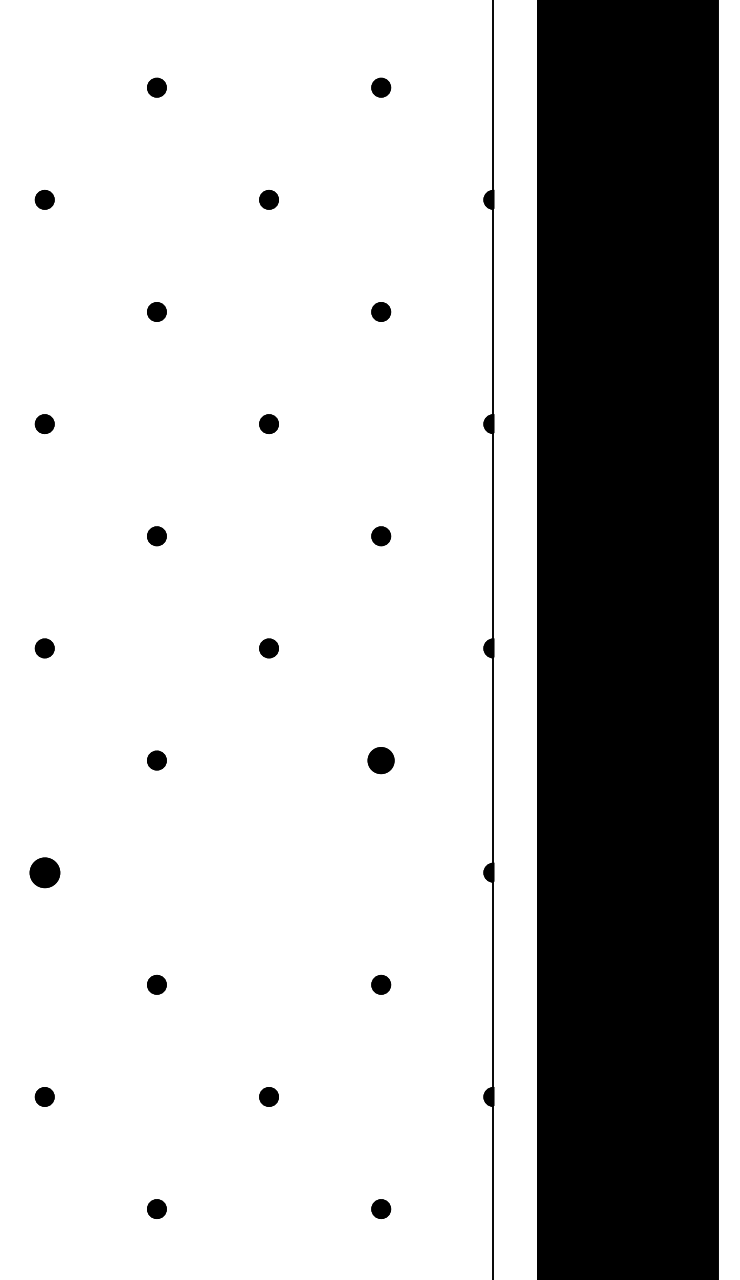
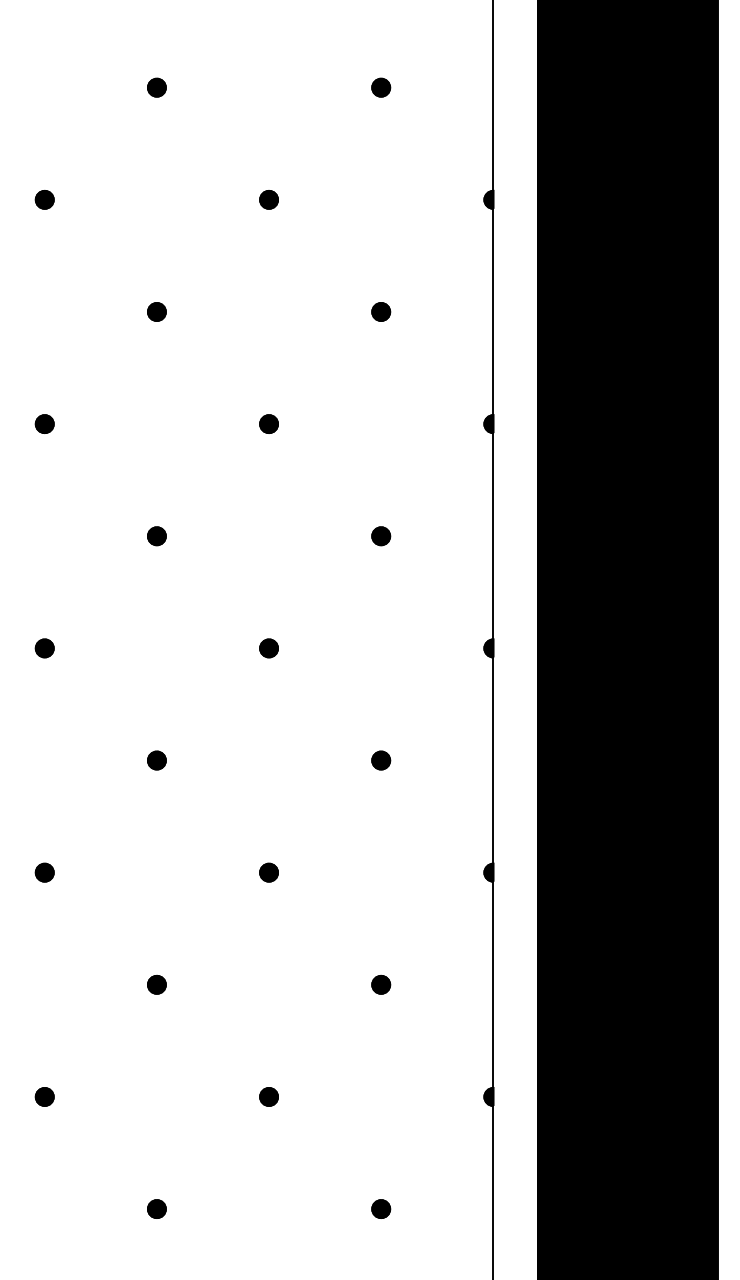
part at (380, 760) size: 28x28 px -> 21x21 px
part at (44, 872) size: 32x32 px -> 21x21 px
part at (268, 872): none -> present
